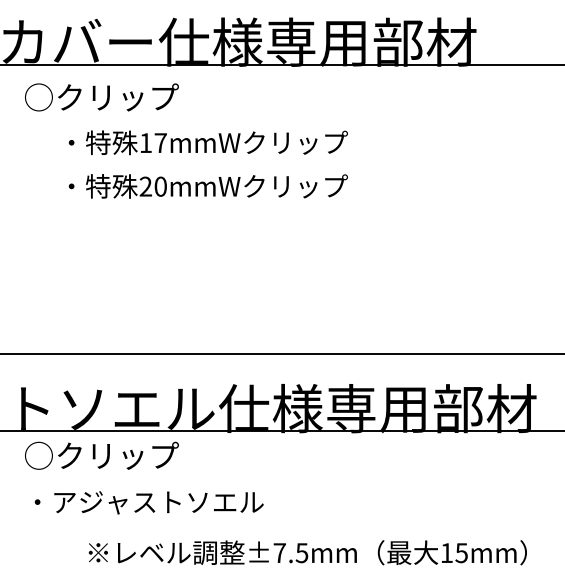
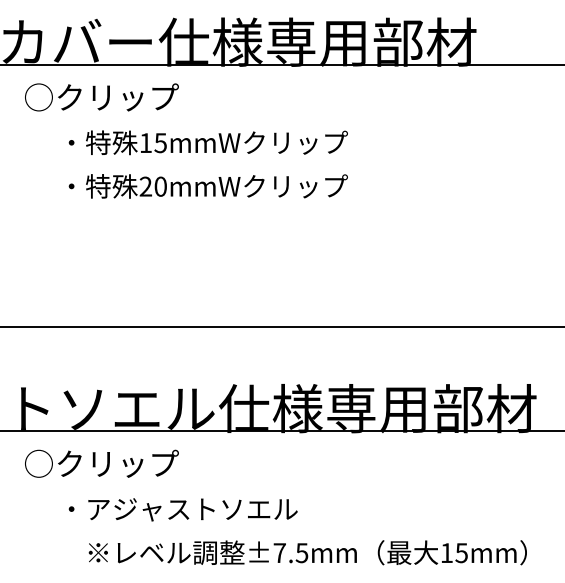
text at (160, 143): 17mmW -> 15mmW
line at (281, 353) position: (281, 353) -> (281, 326)
text at (101, 455) position: (101, 455) -> (101, 463)
text at (148, 502) position: (148, 502) -> (182, 509)
